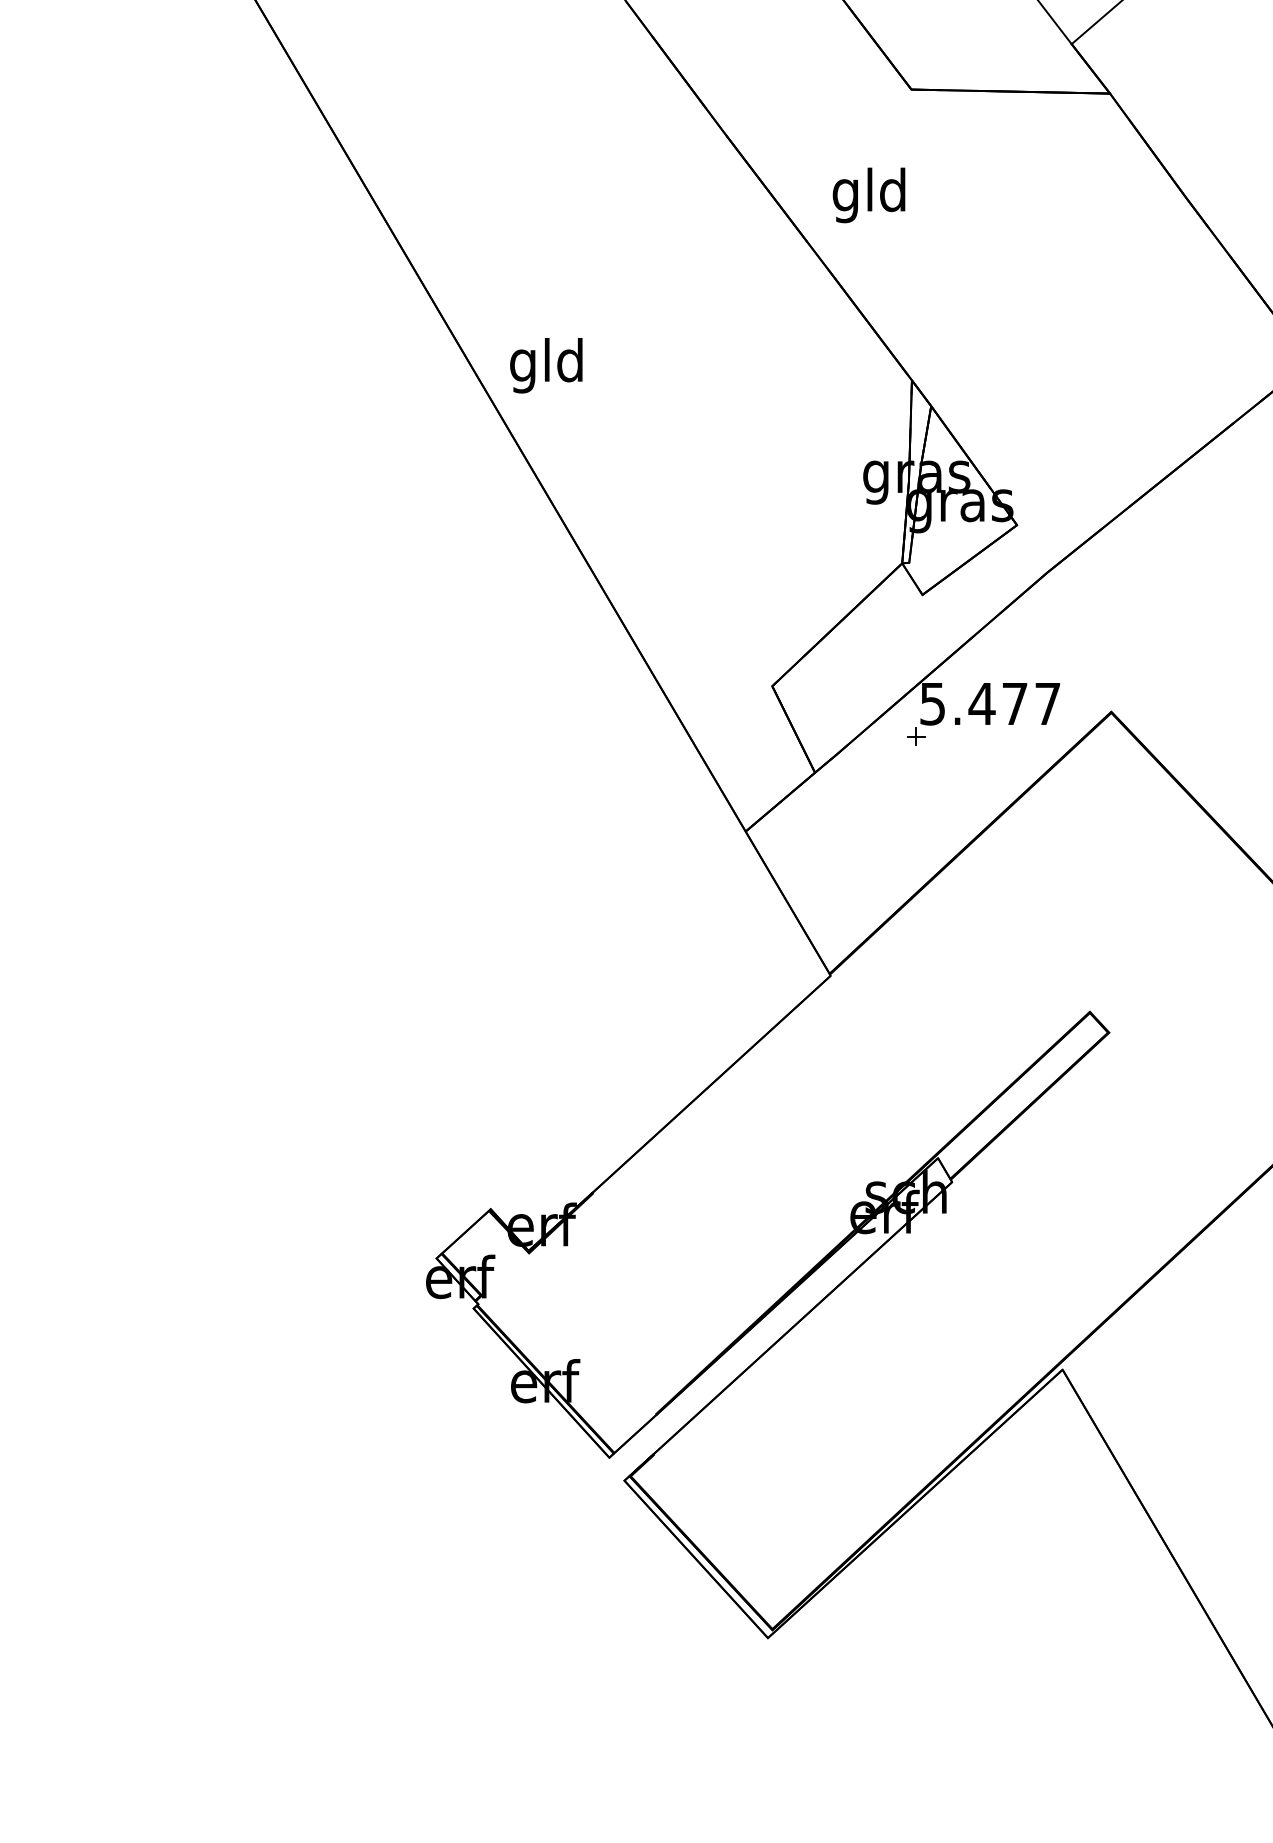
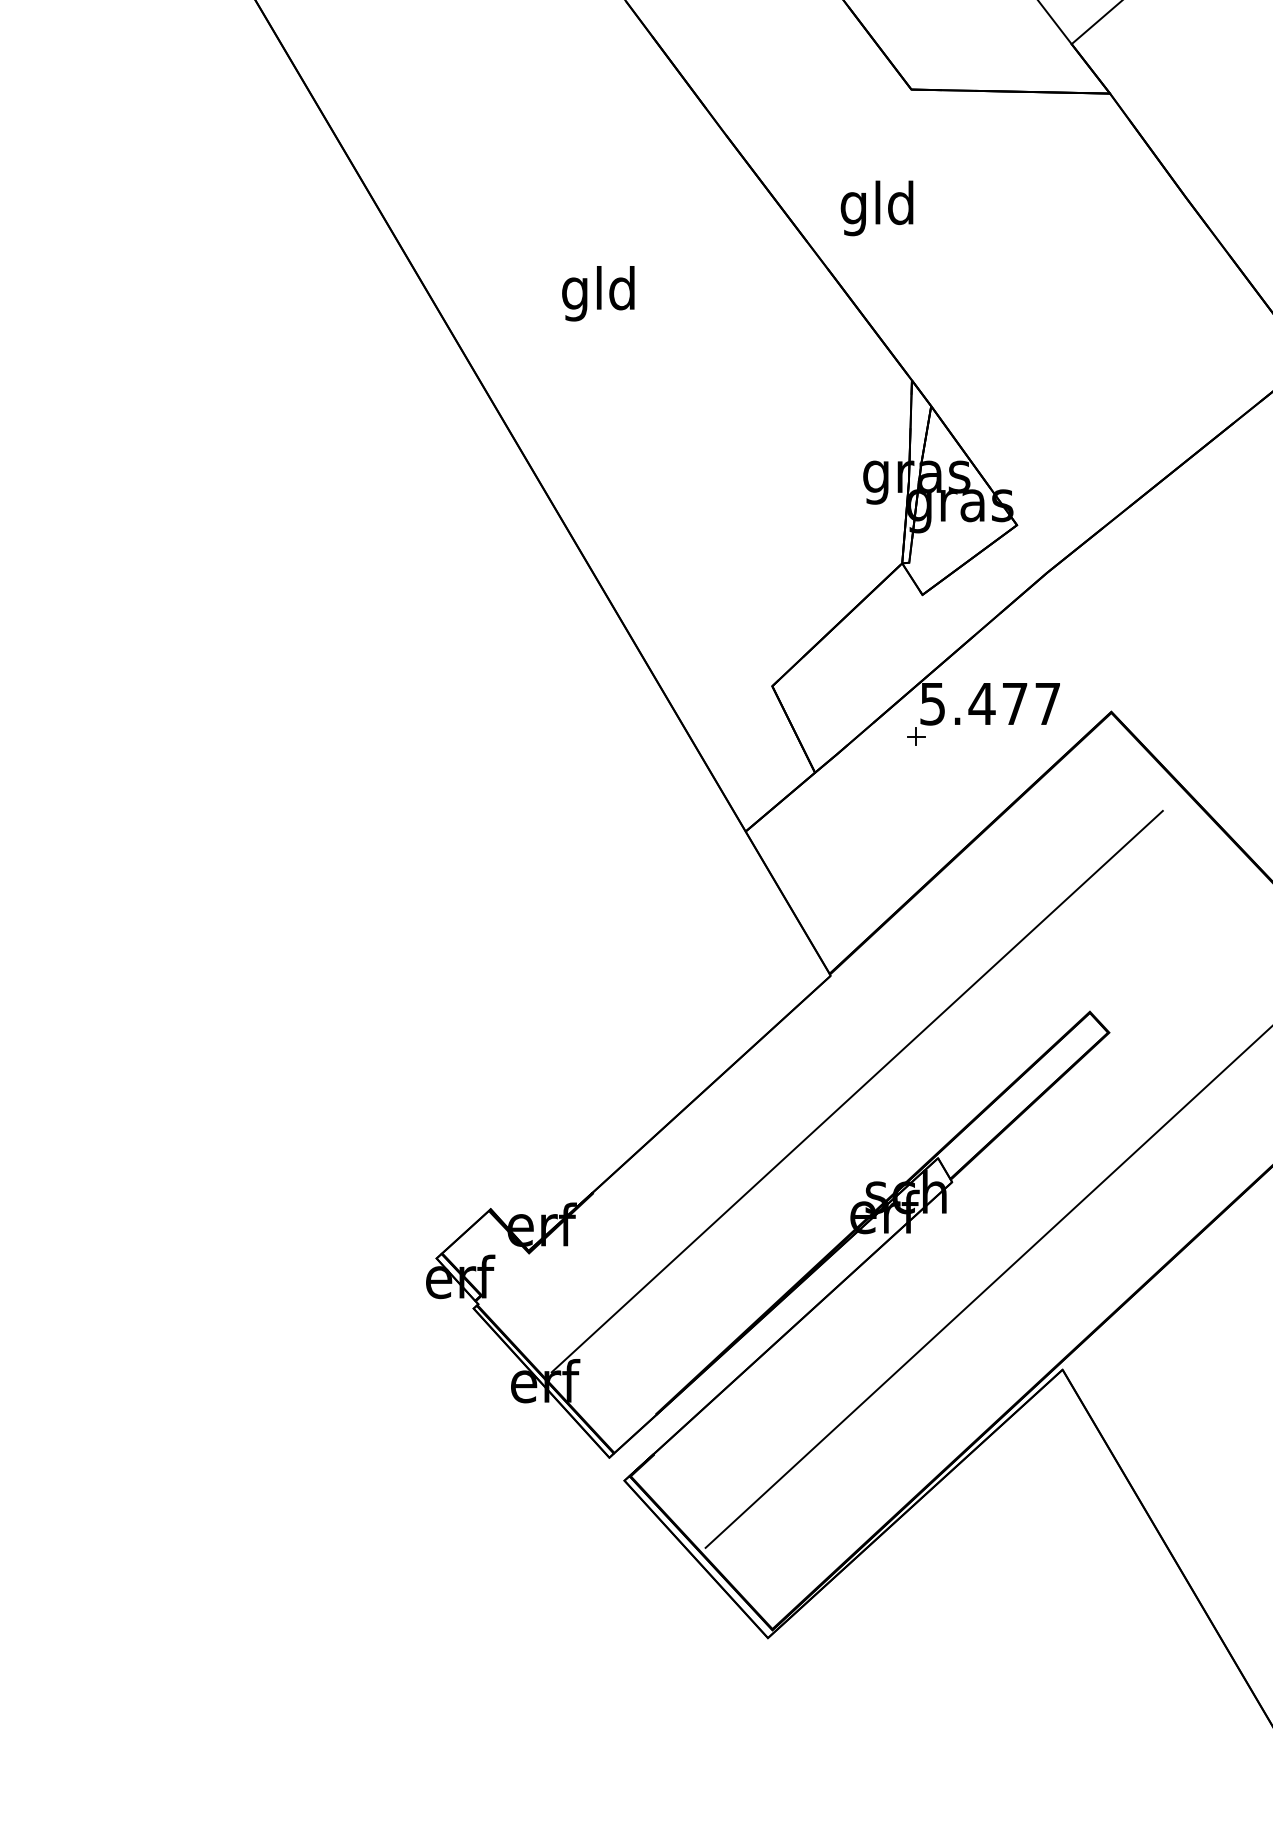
text at (868, 195) position: (868, 195) -> (876, 208)
text at (546, 365) position: (546, 365) -> (598, 293)
line at (856, 1091): none -> present
line at (987, 1287): none -> present
